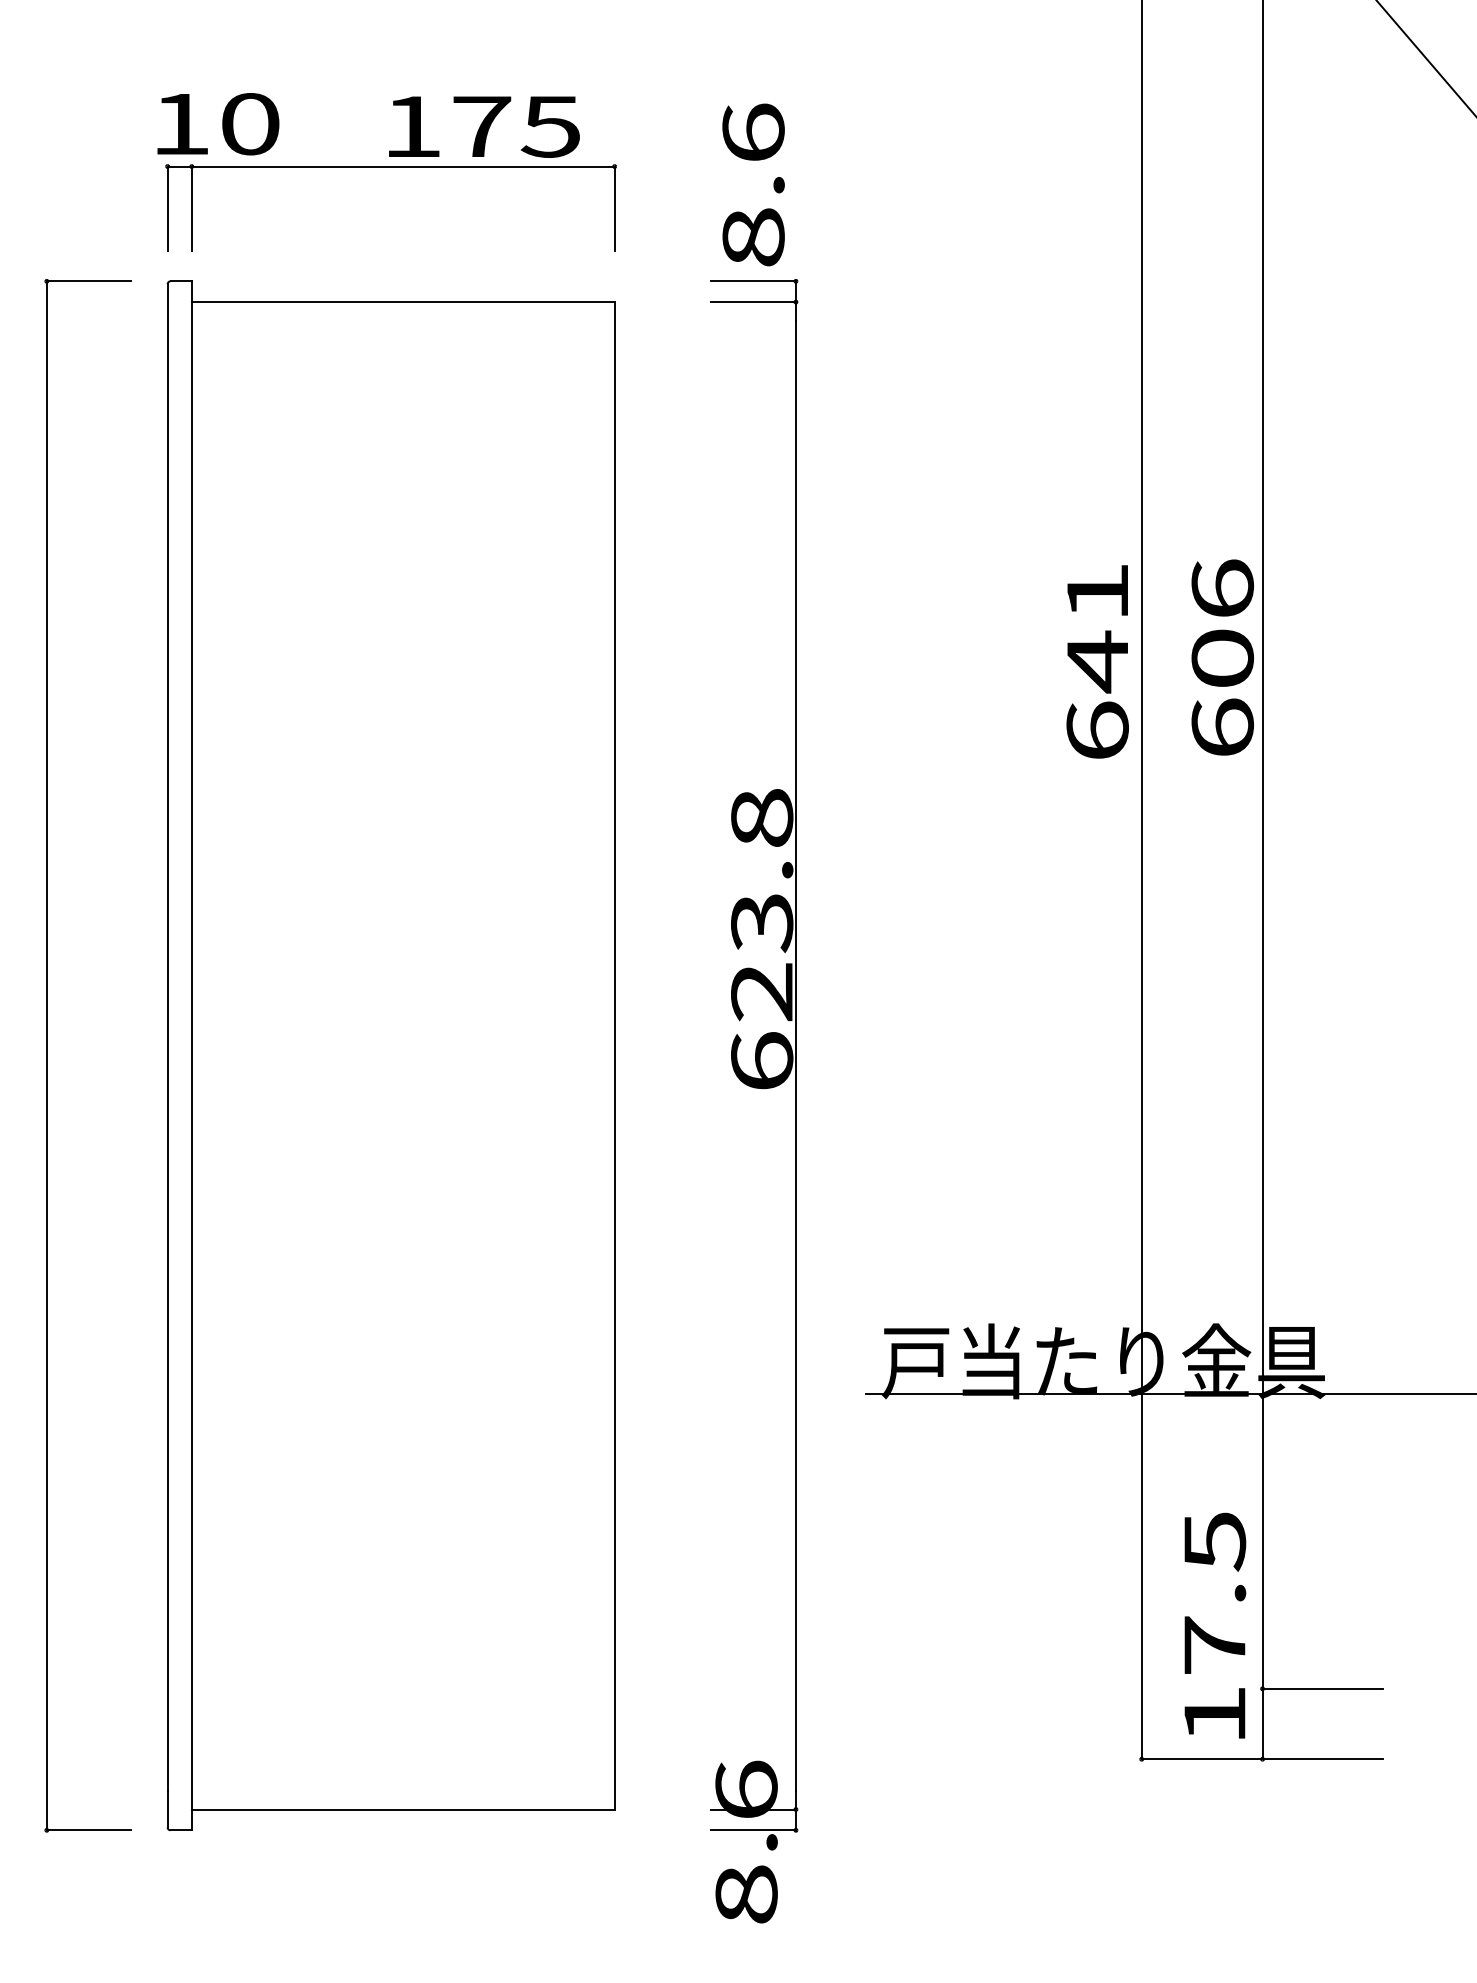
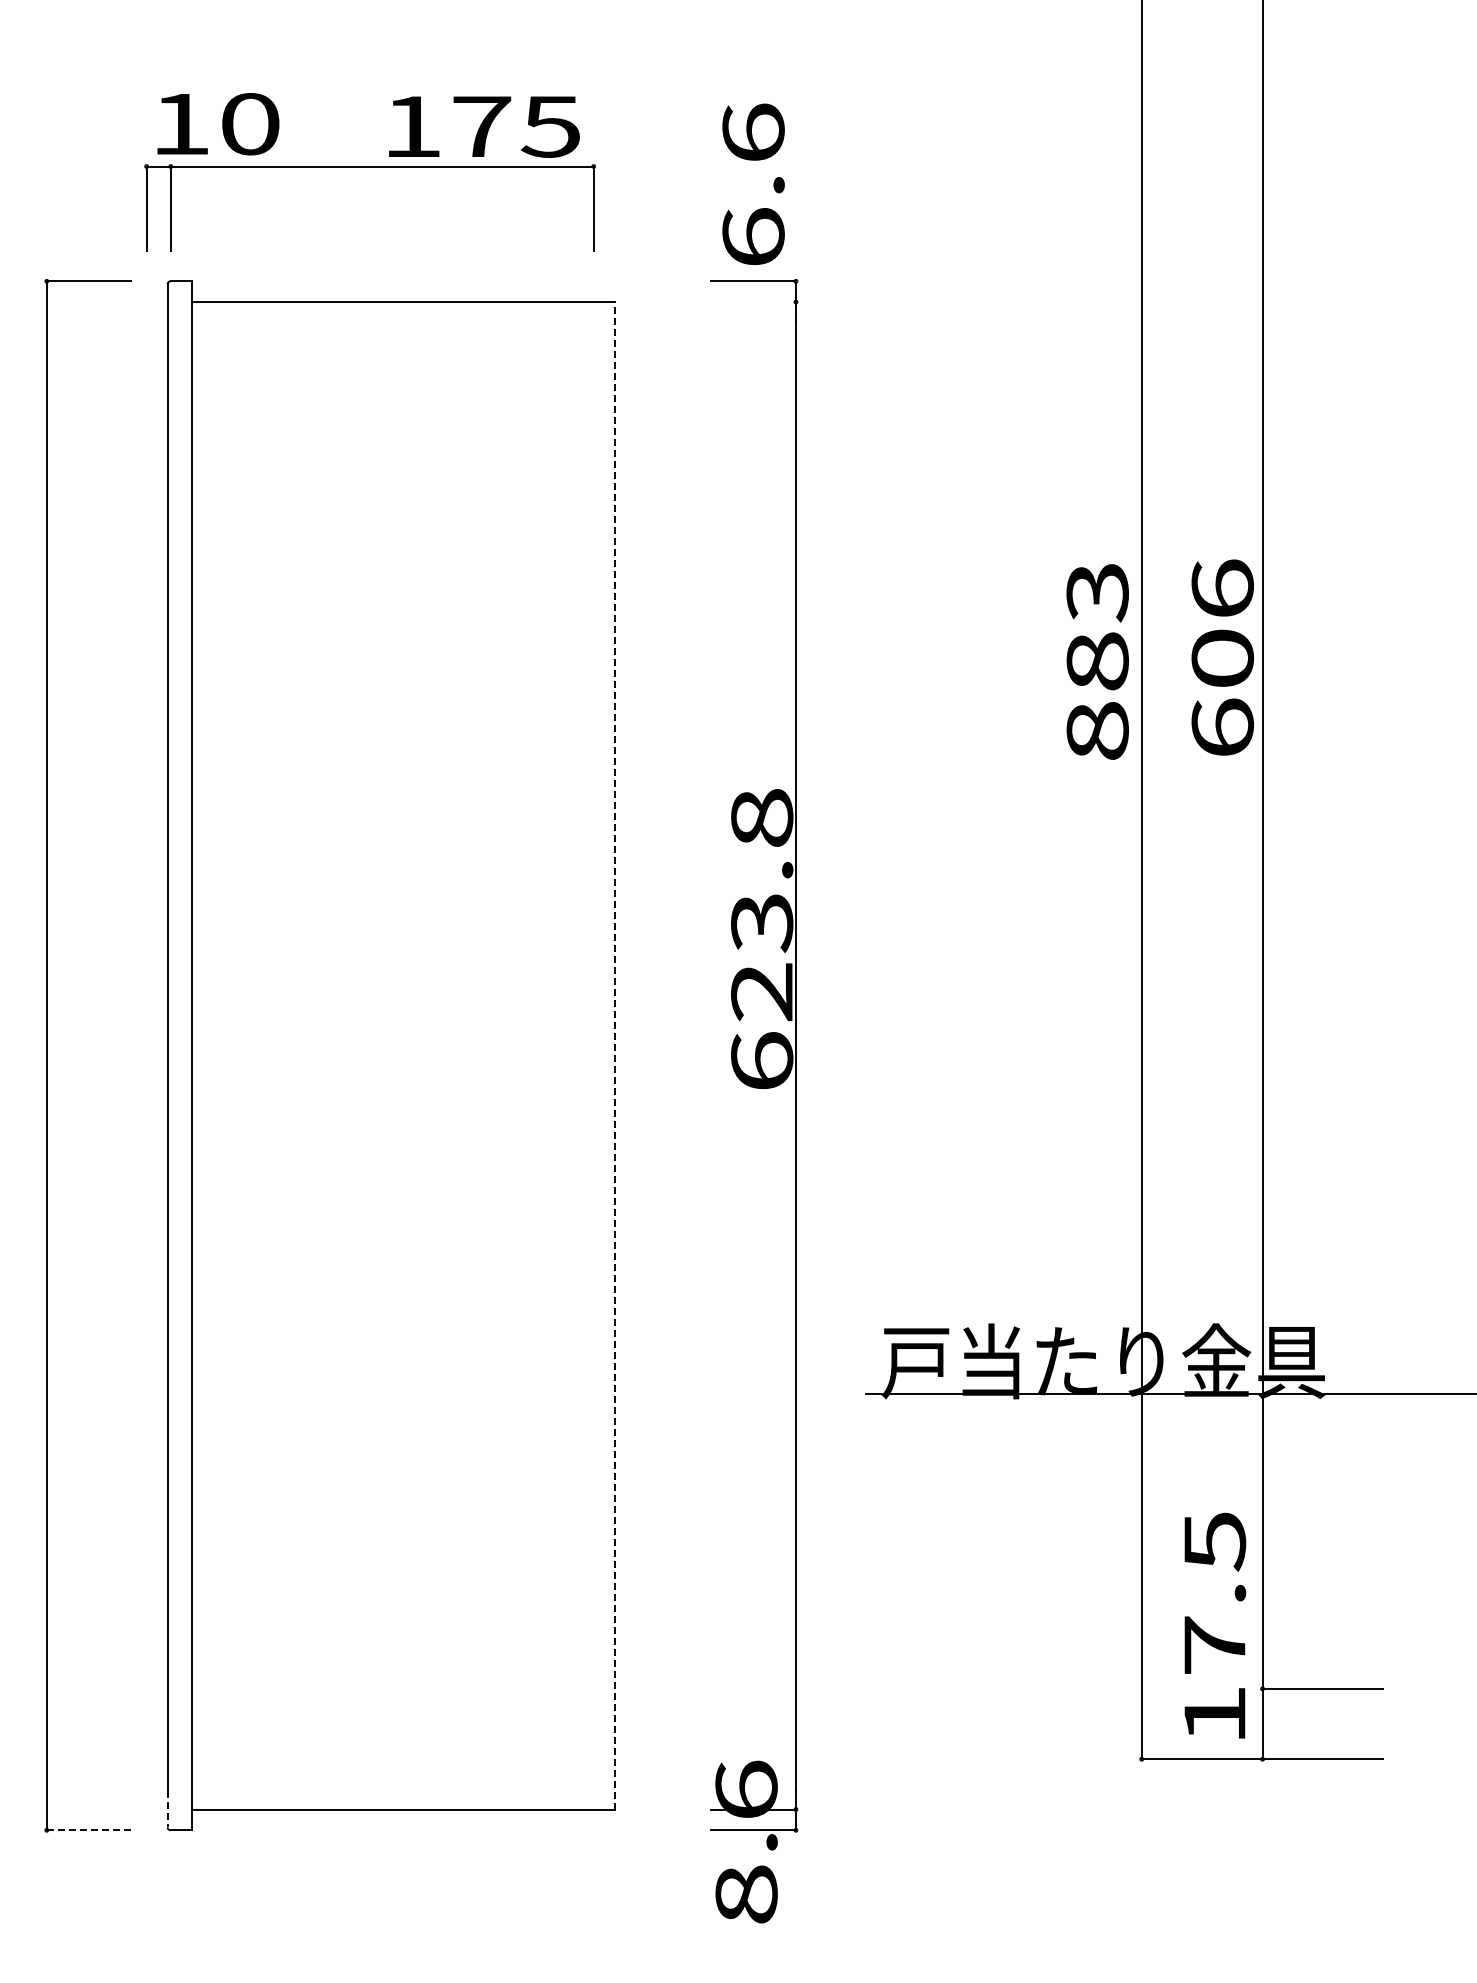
line at (1425, 57): present -> none
part at (390, 167) position: (390, 167) -> (369, 167)
text at (753, 237): 8.6 -> 6.6
line at (753, 302): present -> none
text at (1097, 661): 641 -> 883
line at (614, 1055): solid -> dashed
line at (167, 1809): solid -> dashed
line at (88, 1830): solid -> dashed
